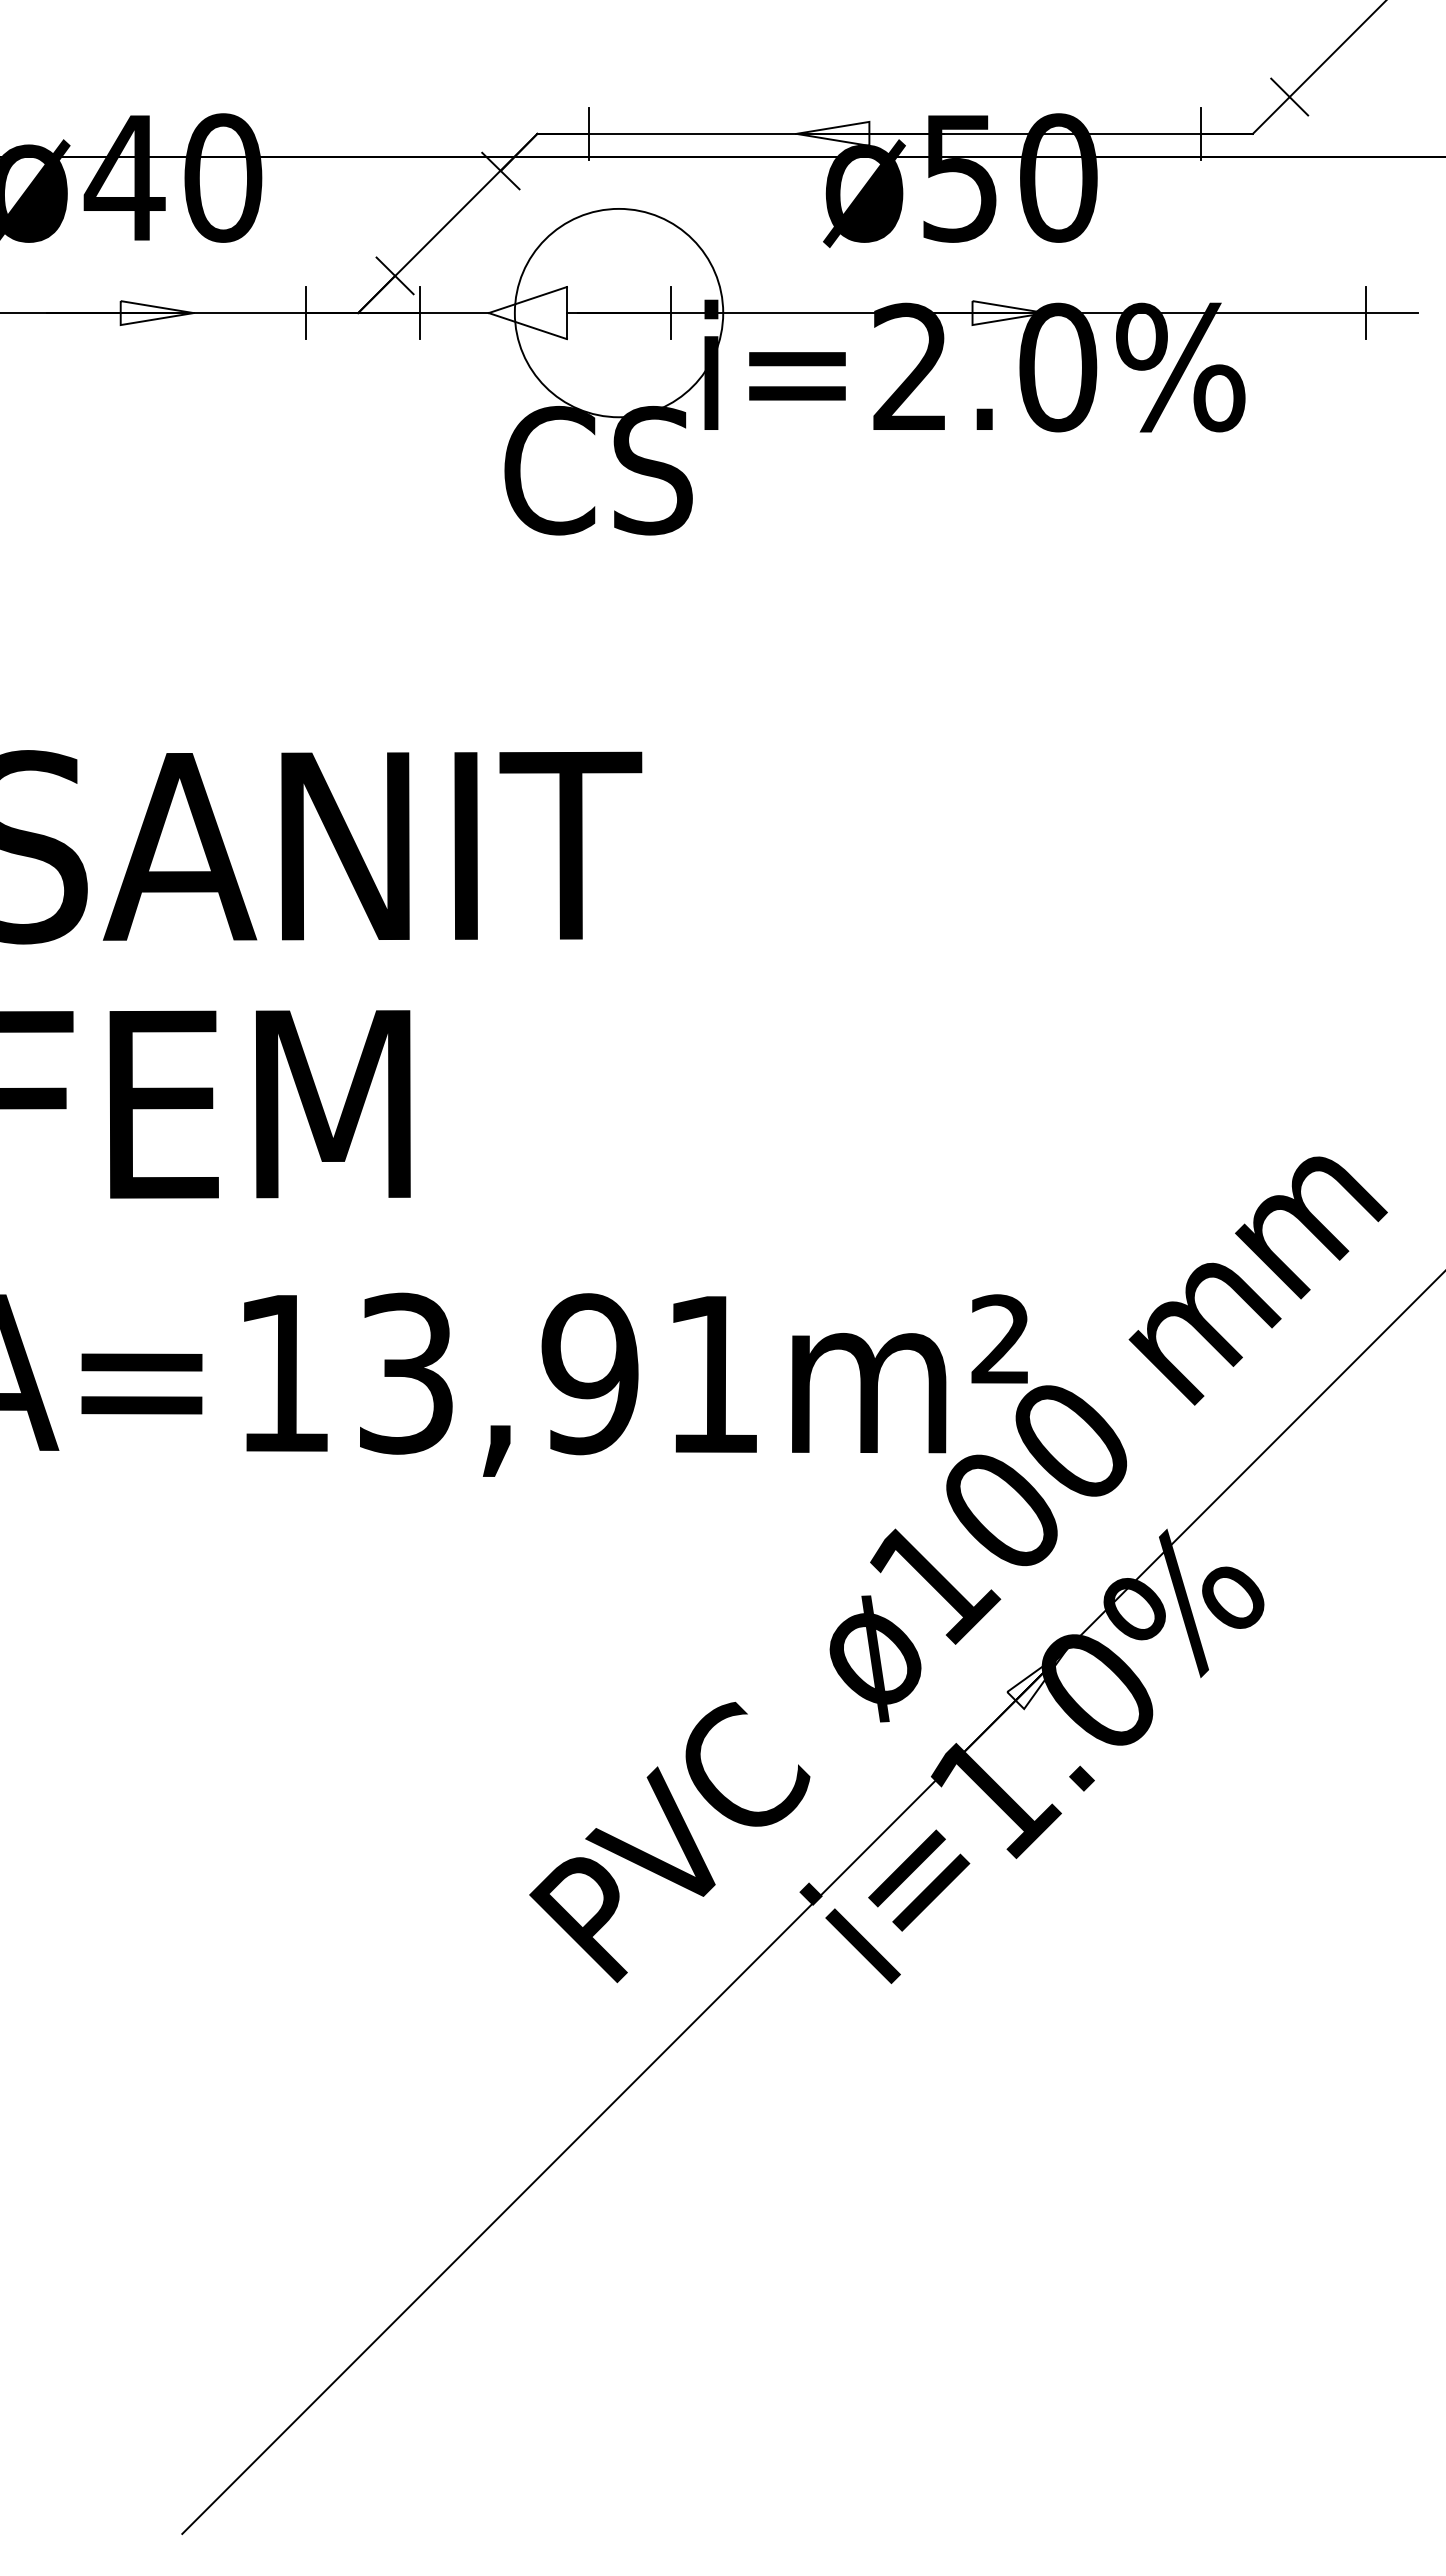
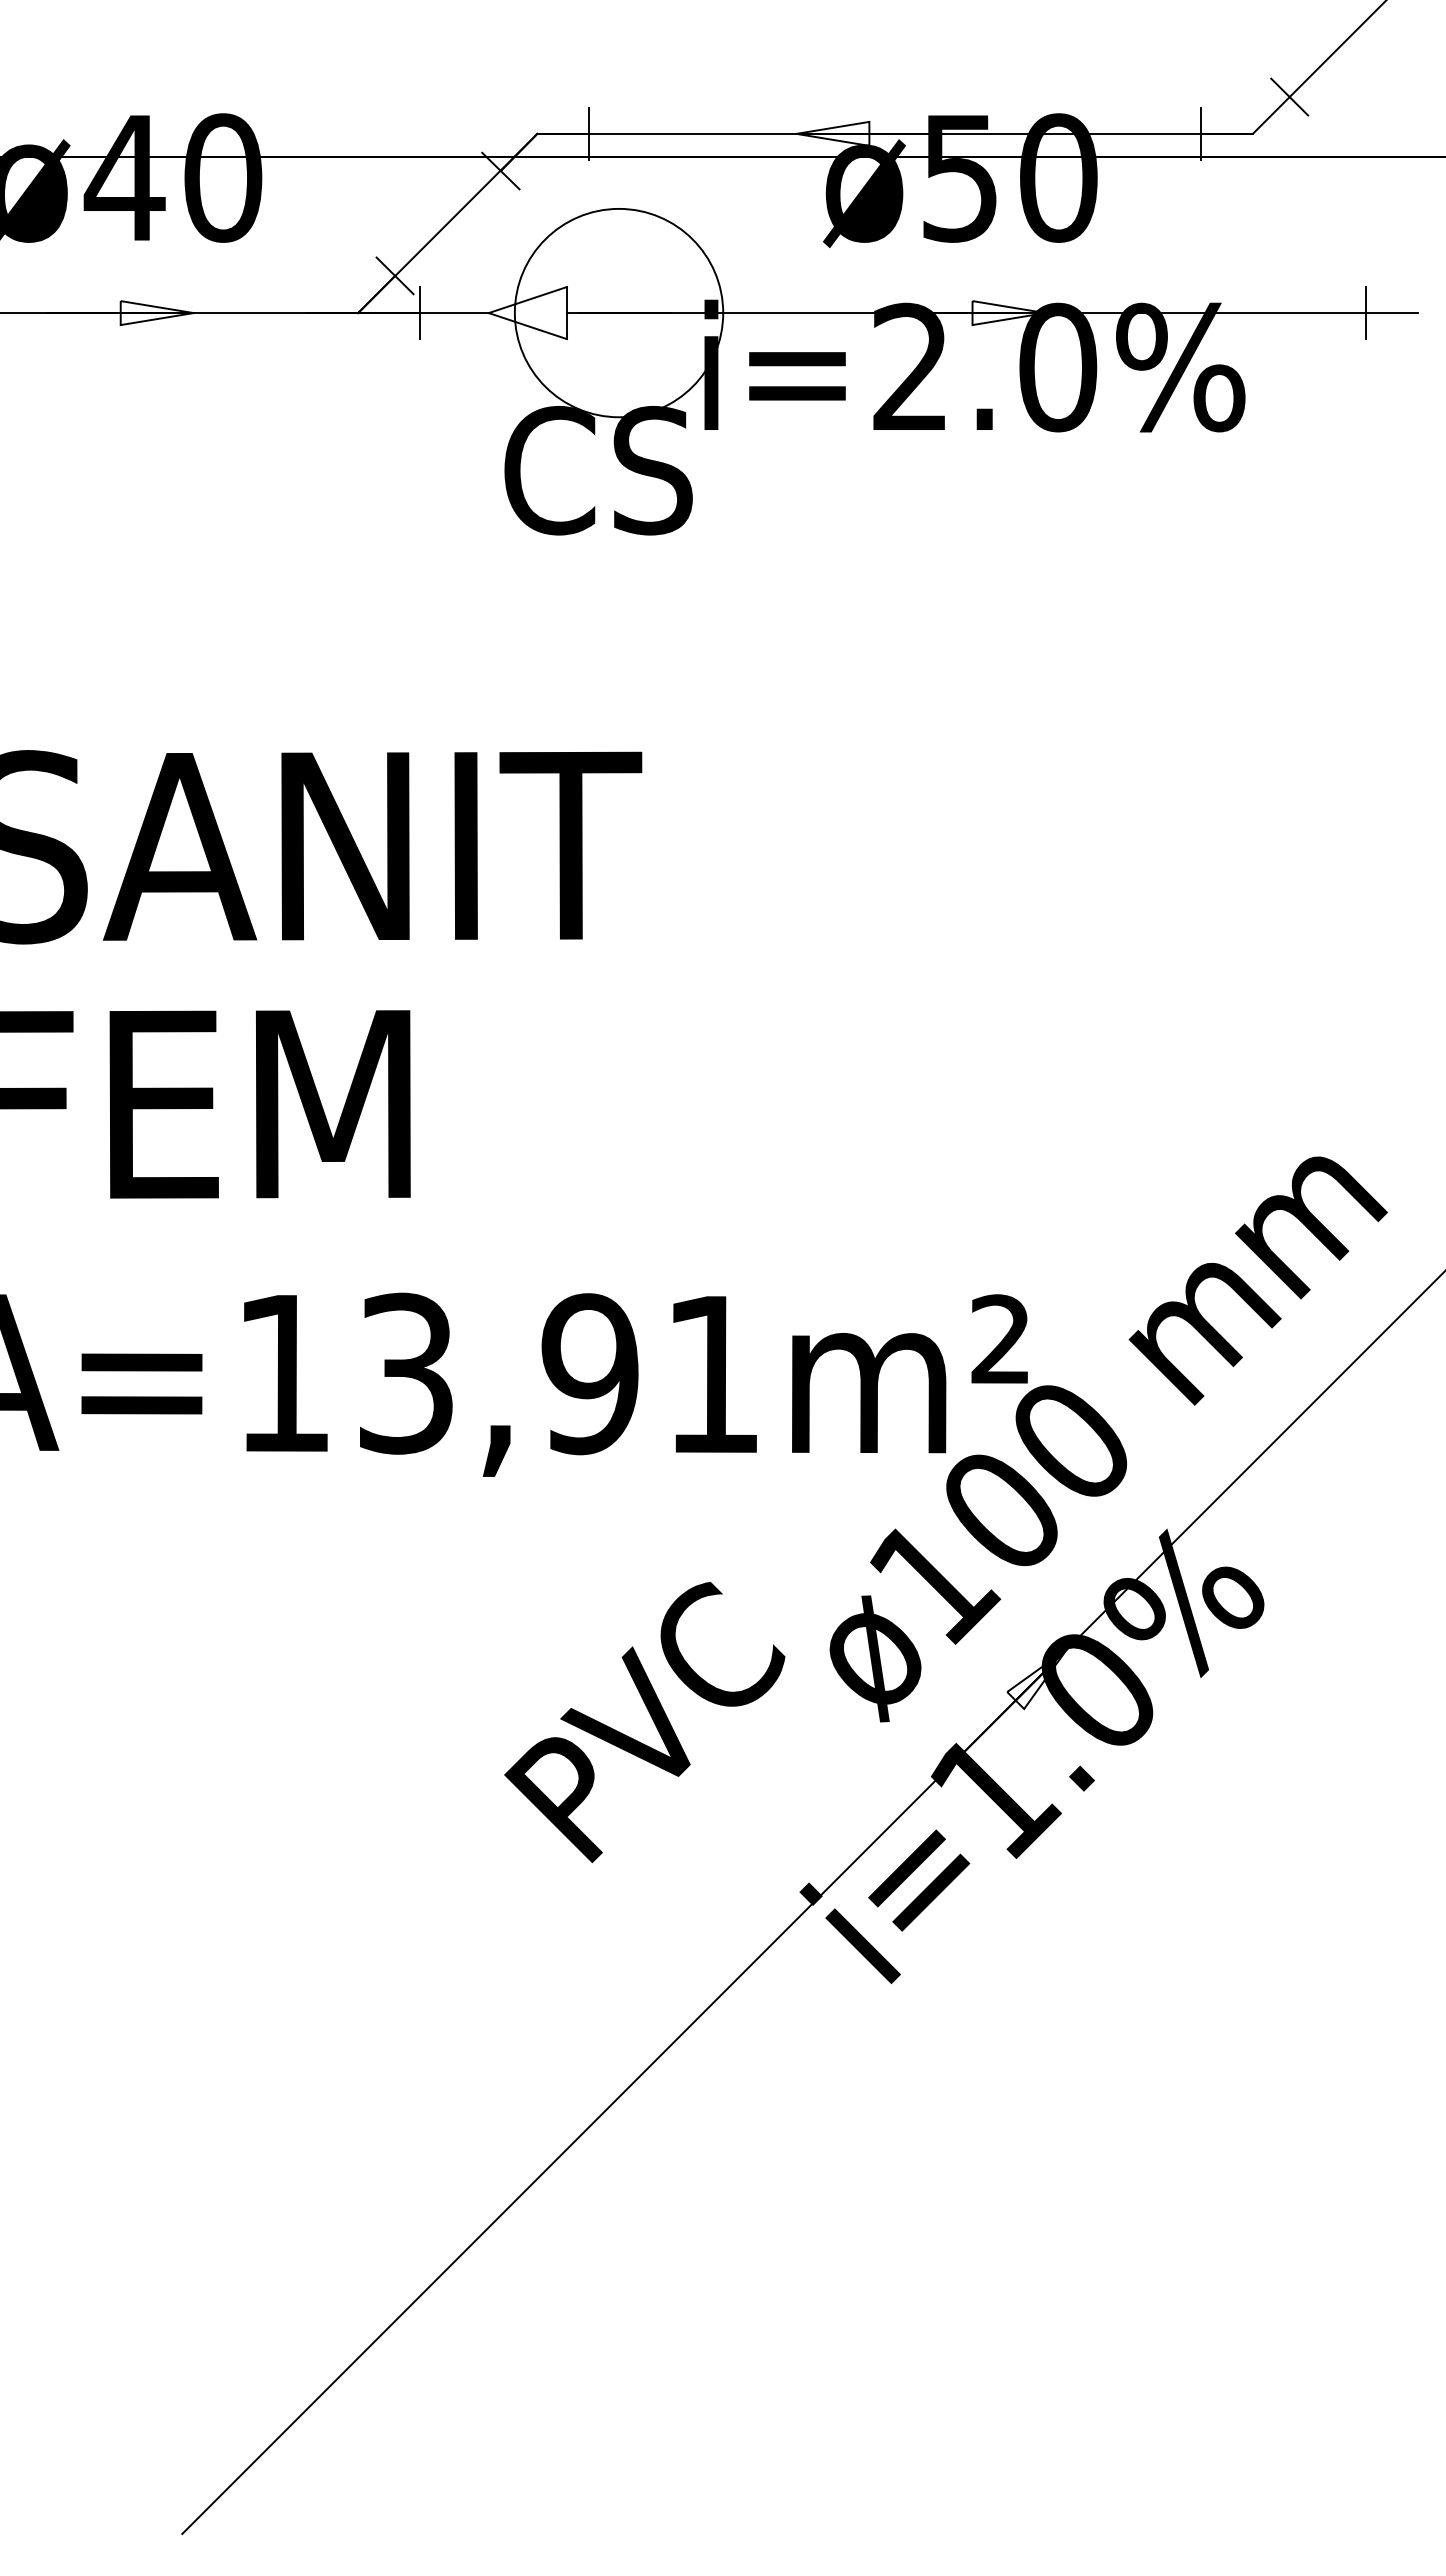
line at (306, 313): present -> none
line at (671, 313): present -> none
text at (669, 1842) position: (669, 1842) -> (644, 1722)
